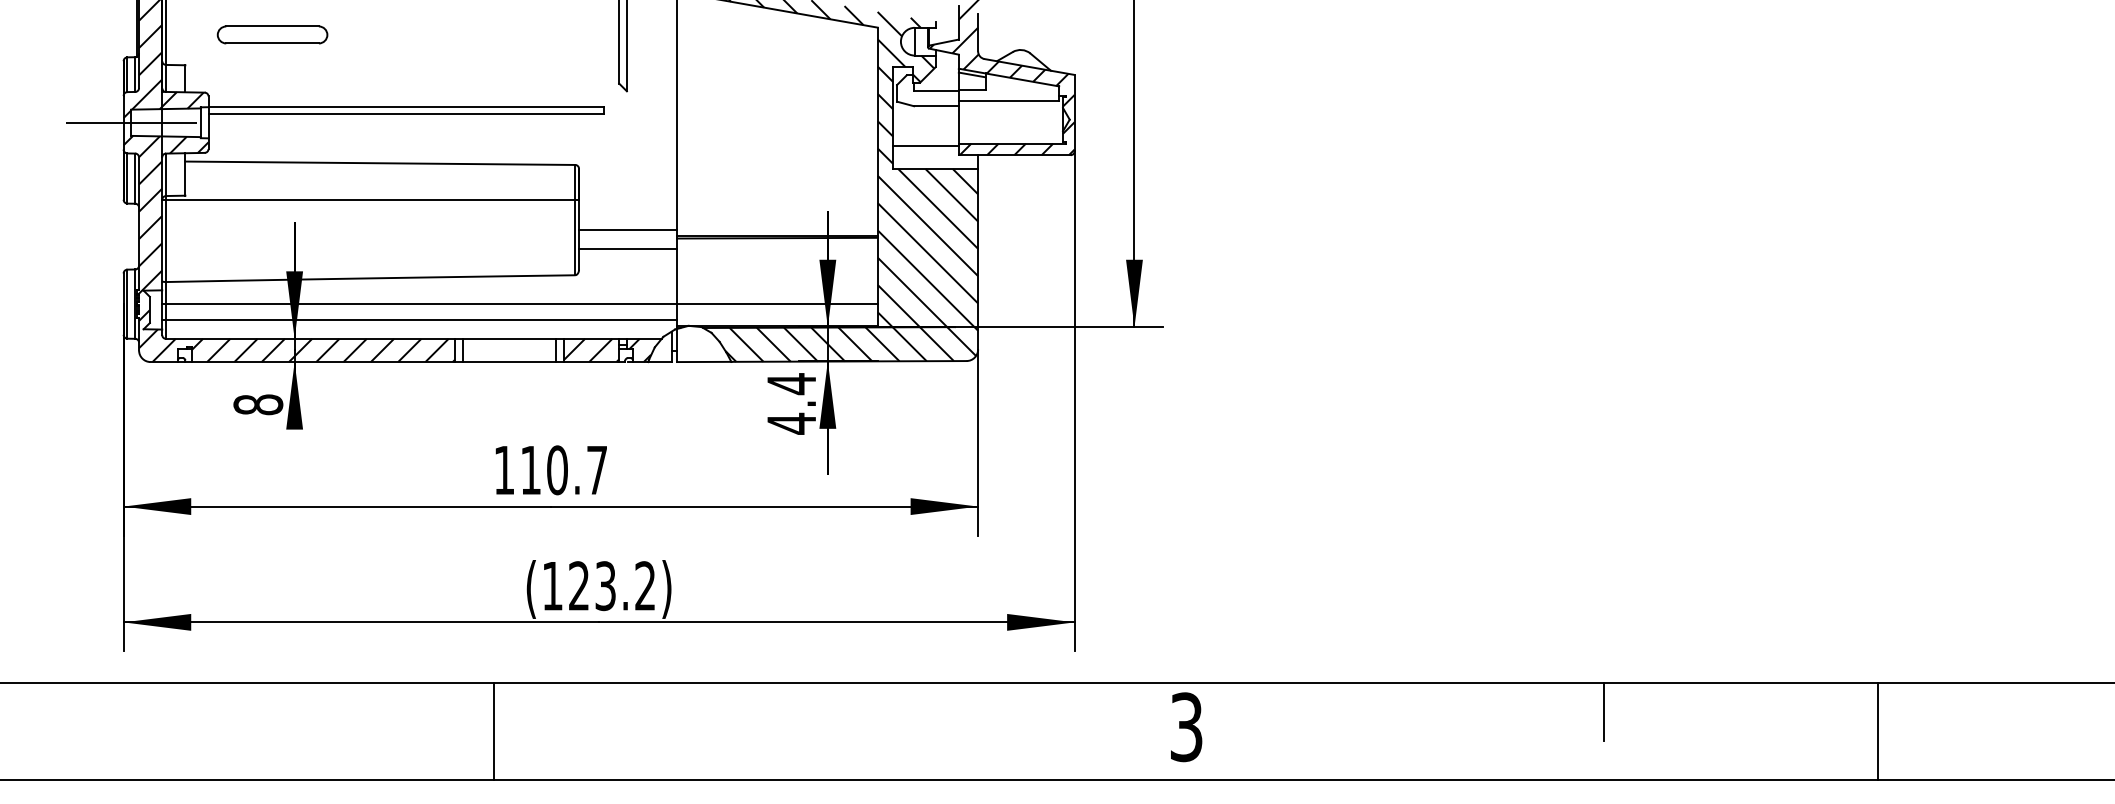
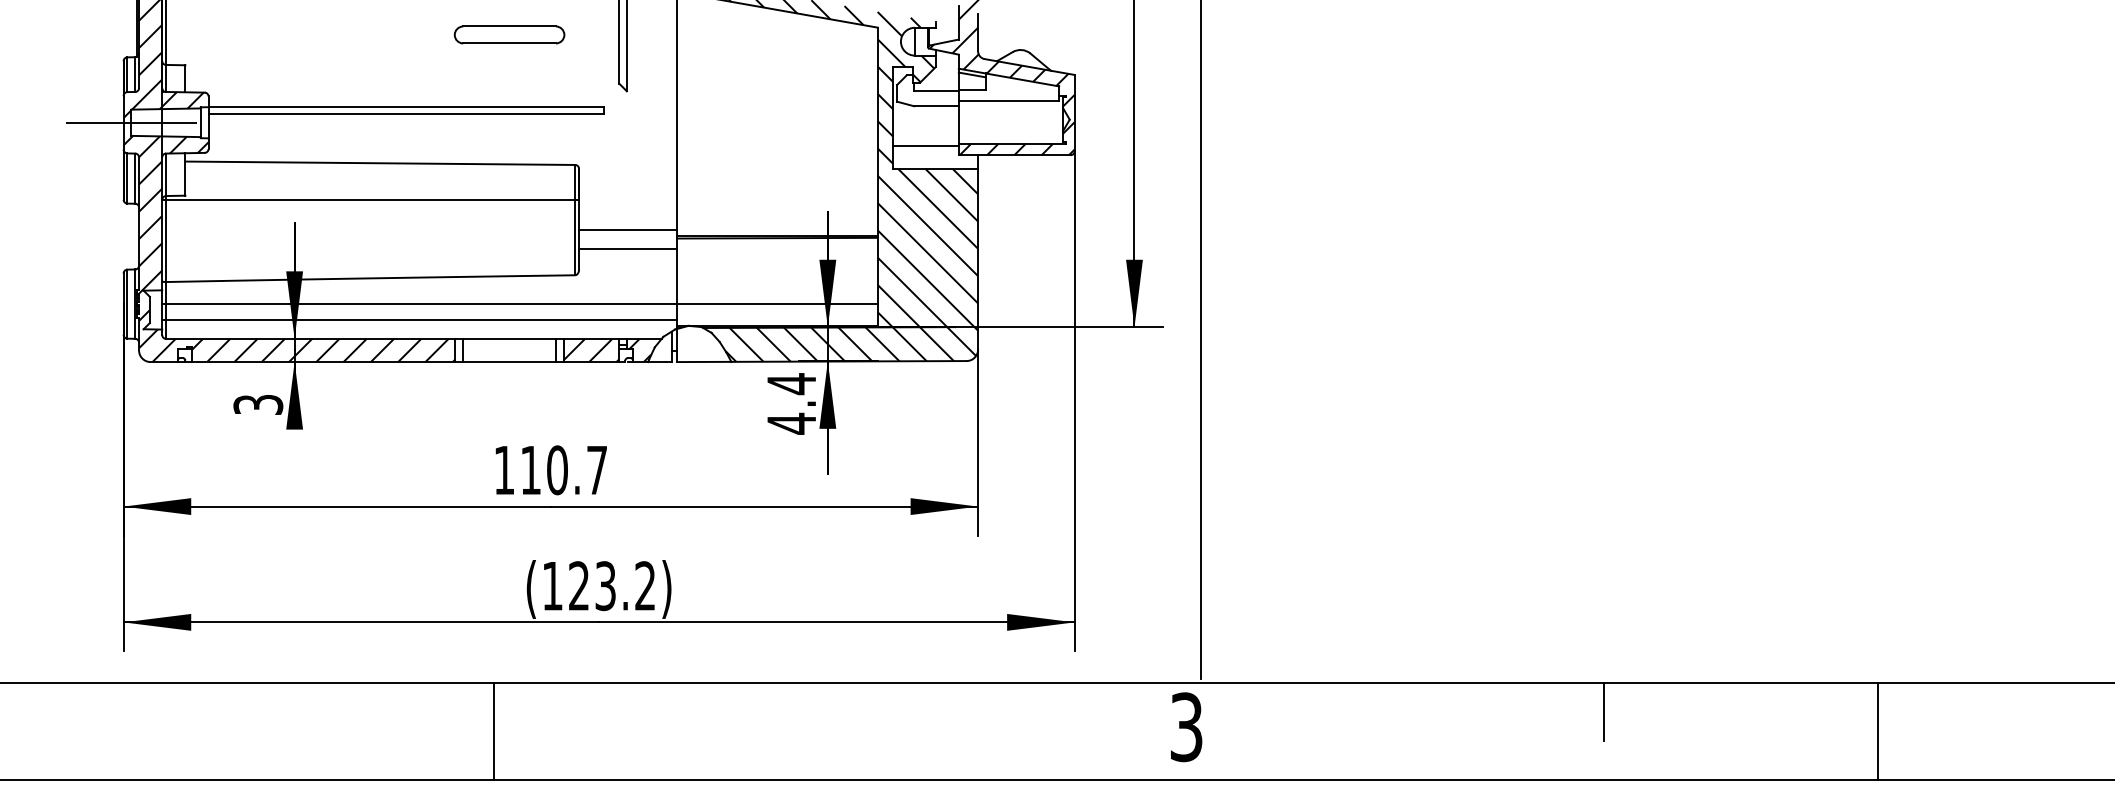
part at (272, 34) position: (272, 34) -> (509, 34)
line at (1200, 340): none -> present
text at (258, 404): 8 -> 3
